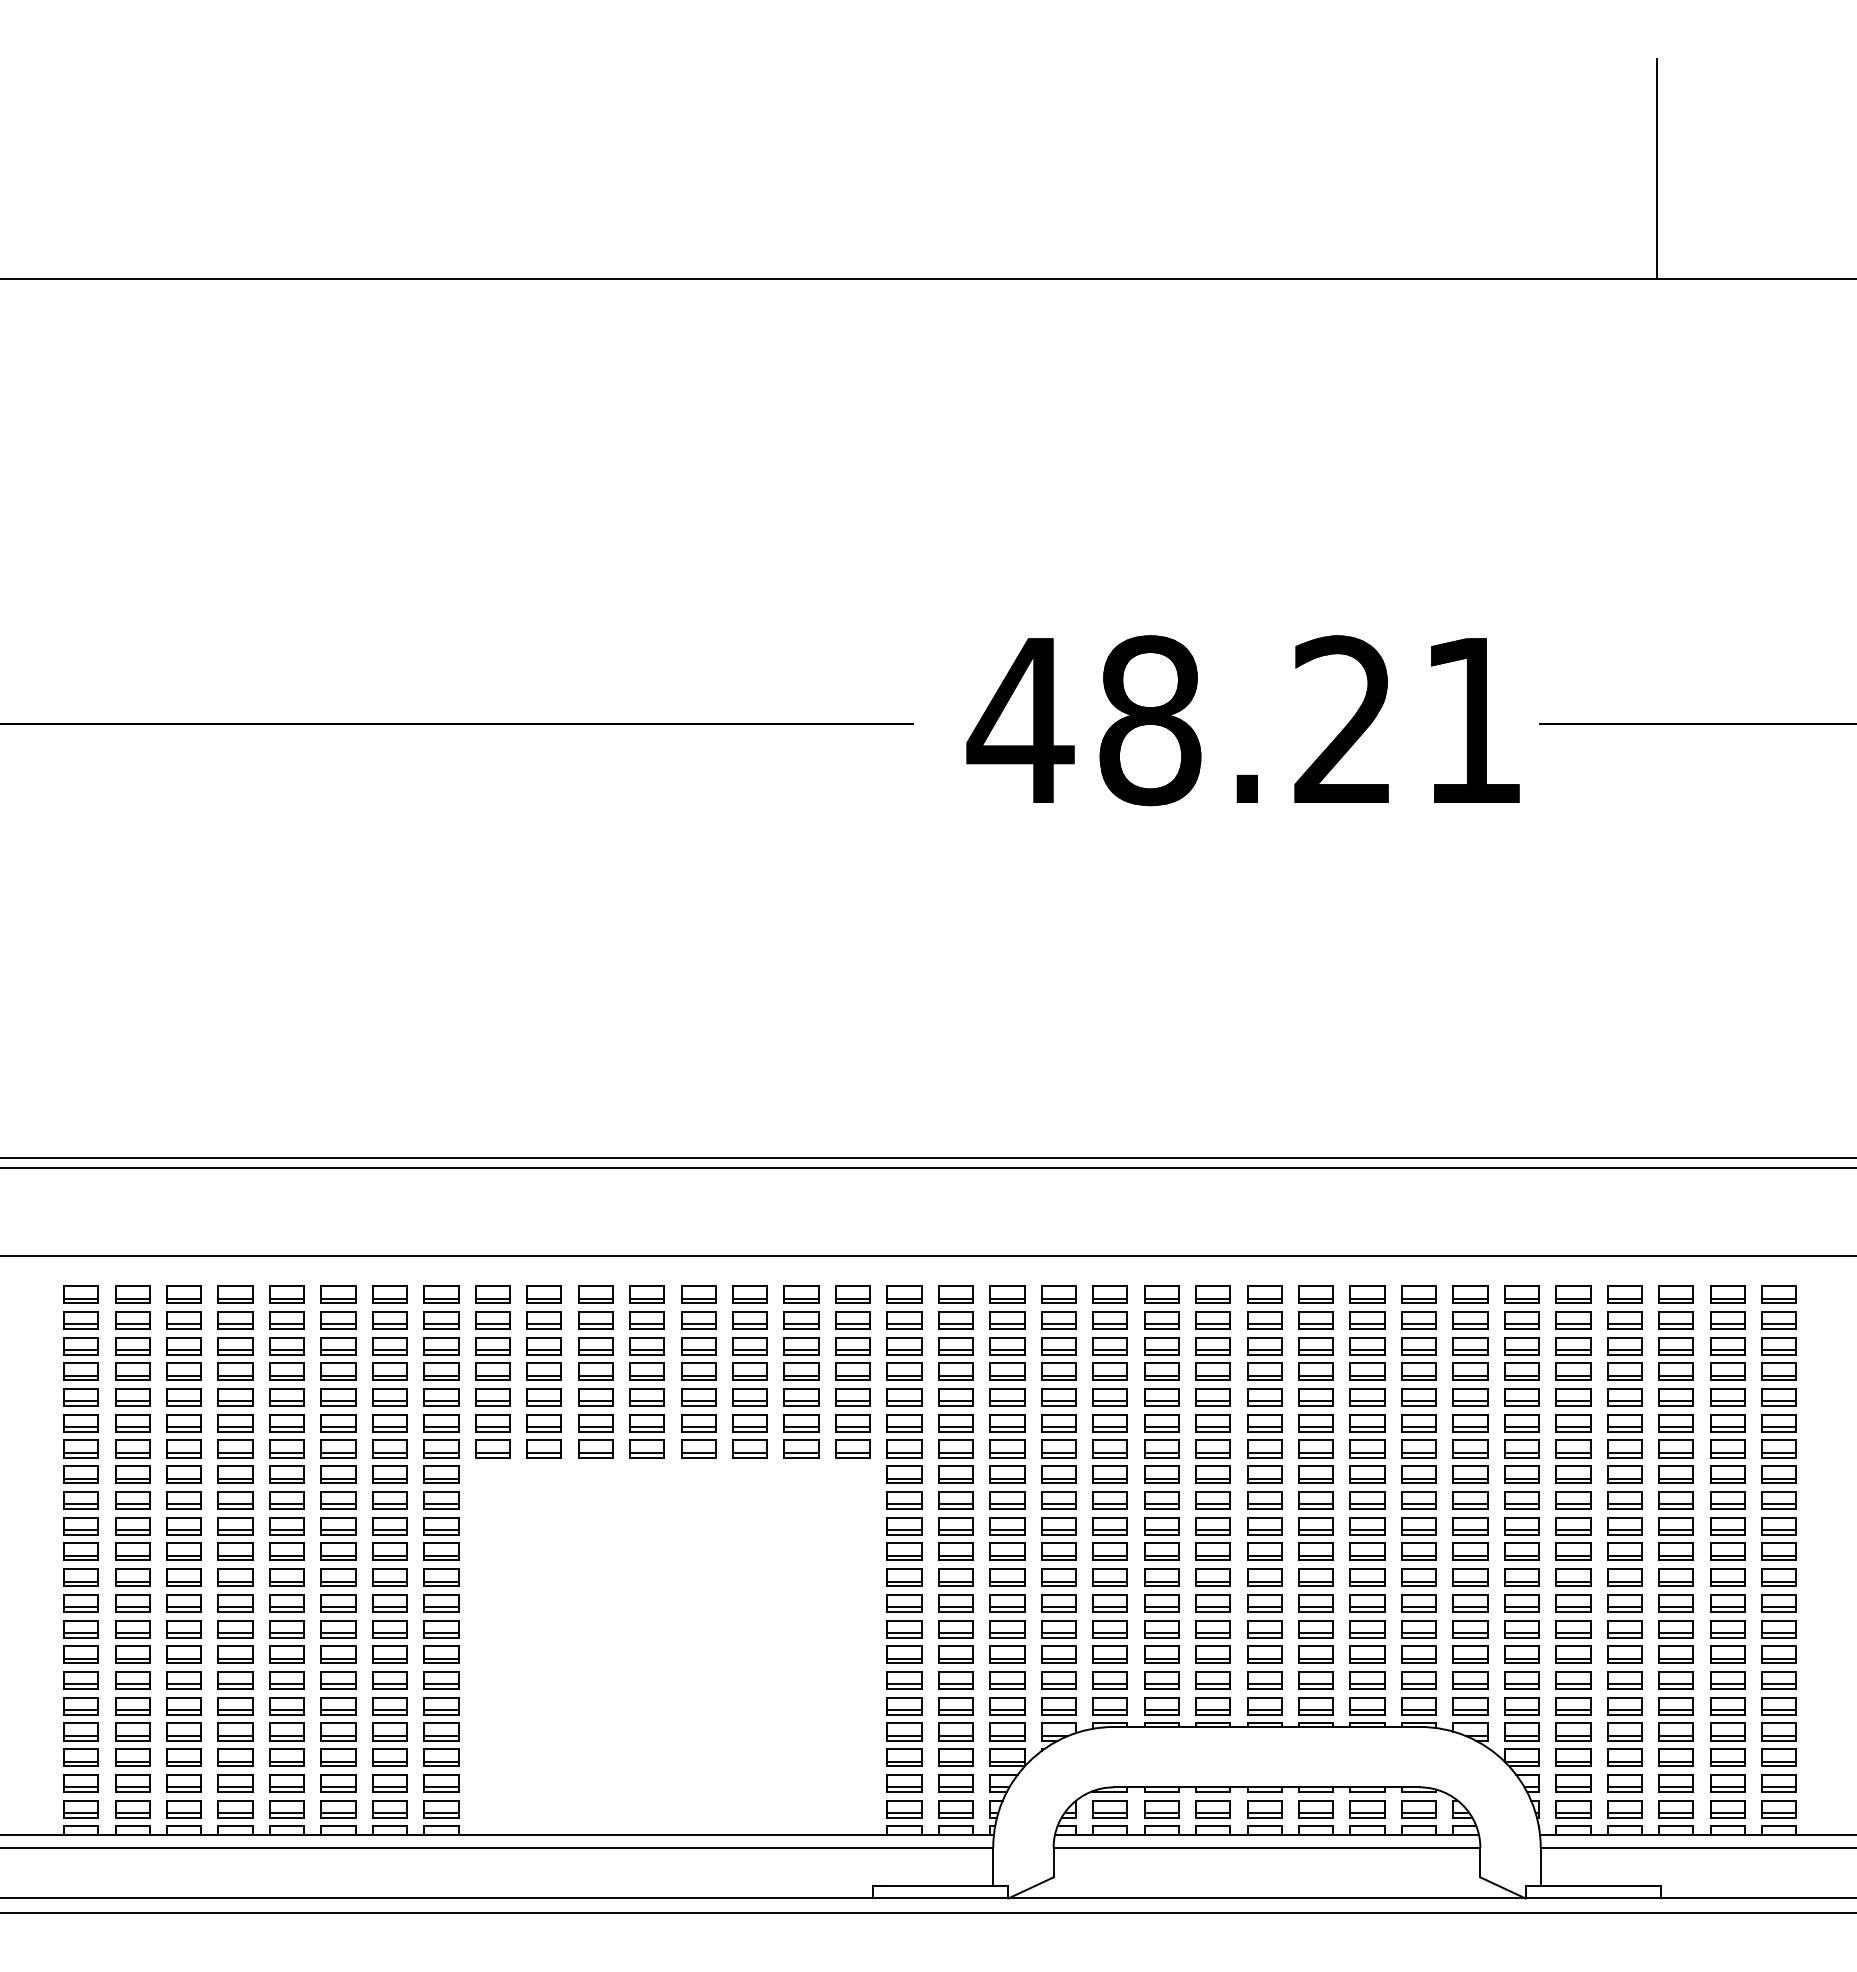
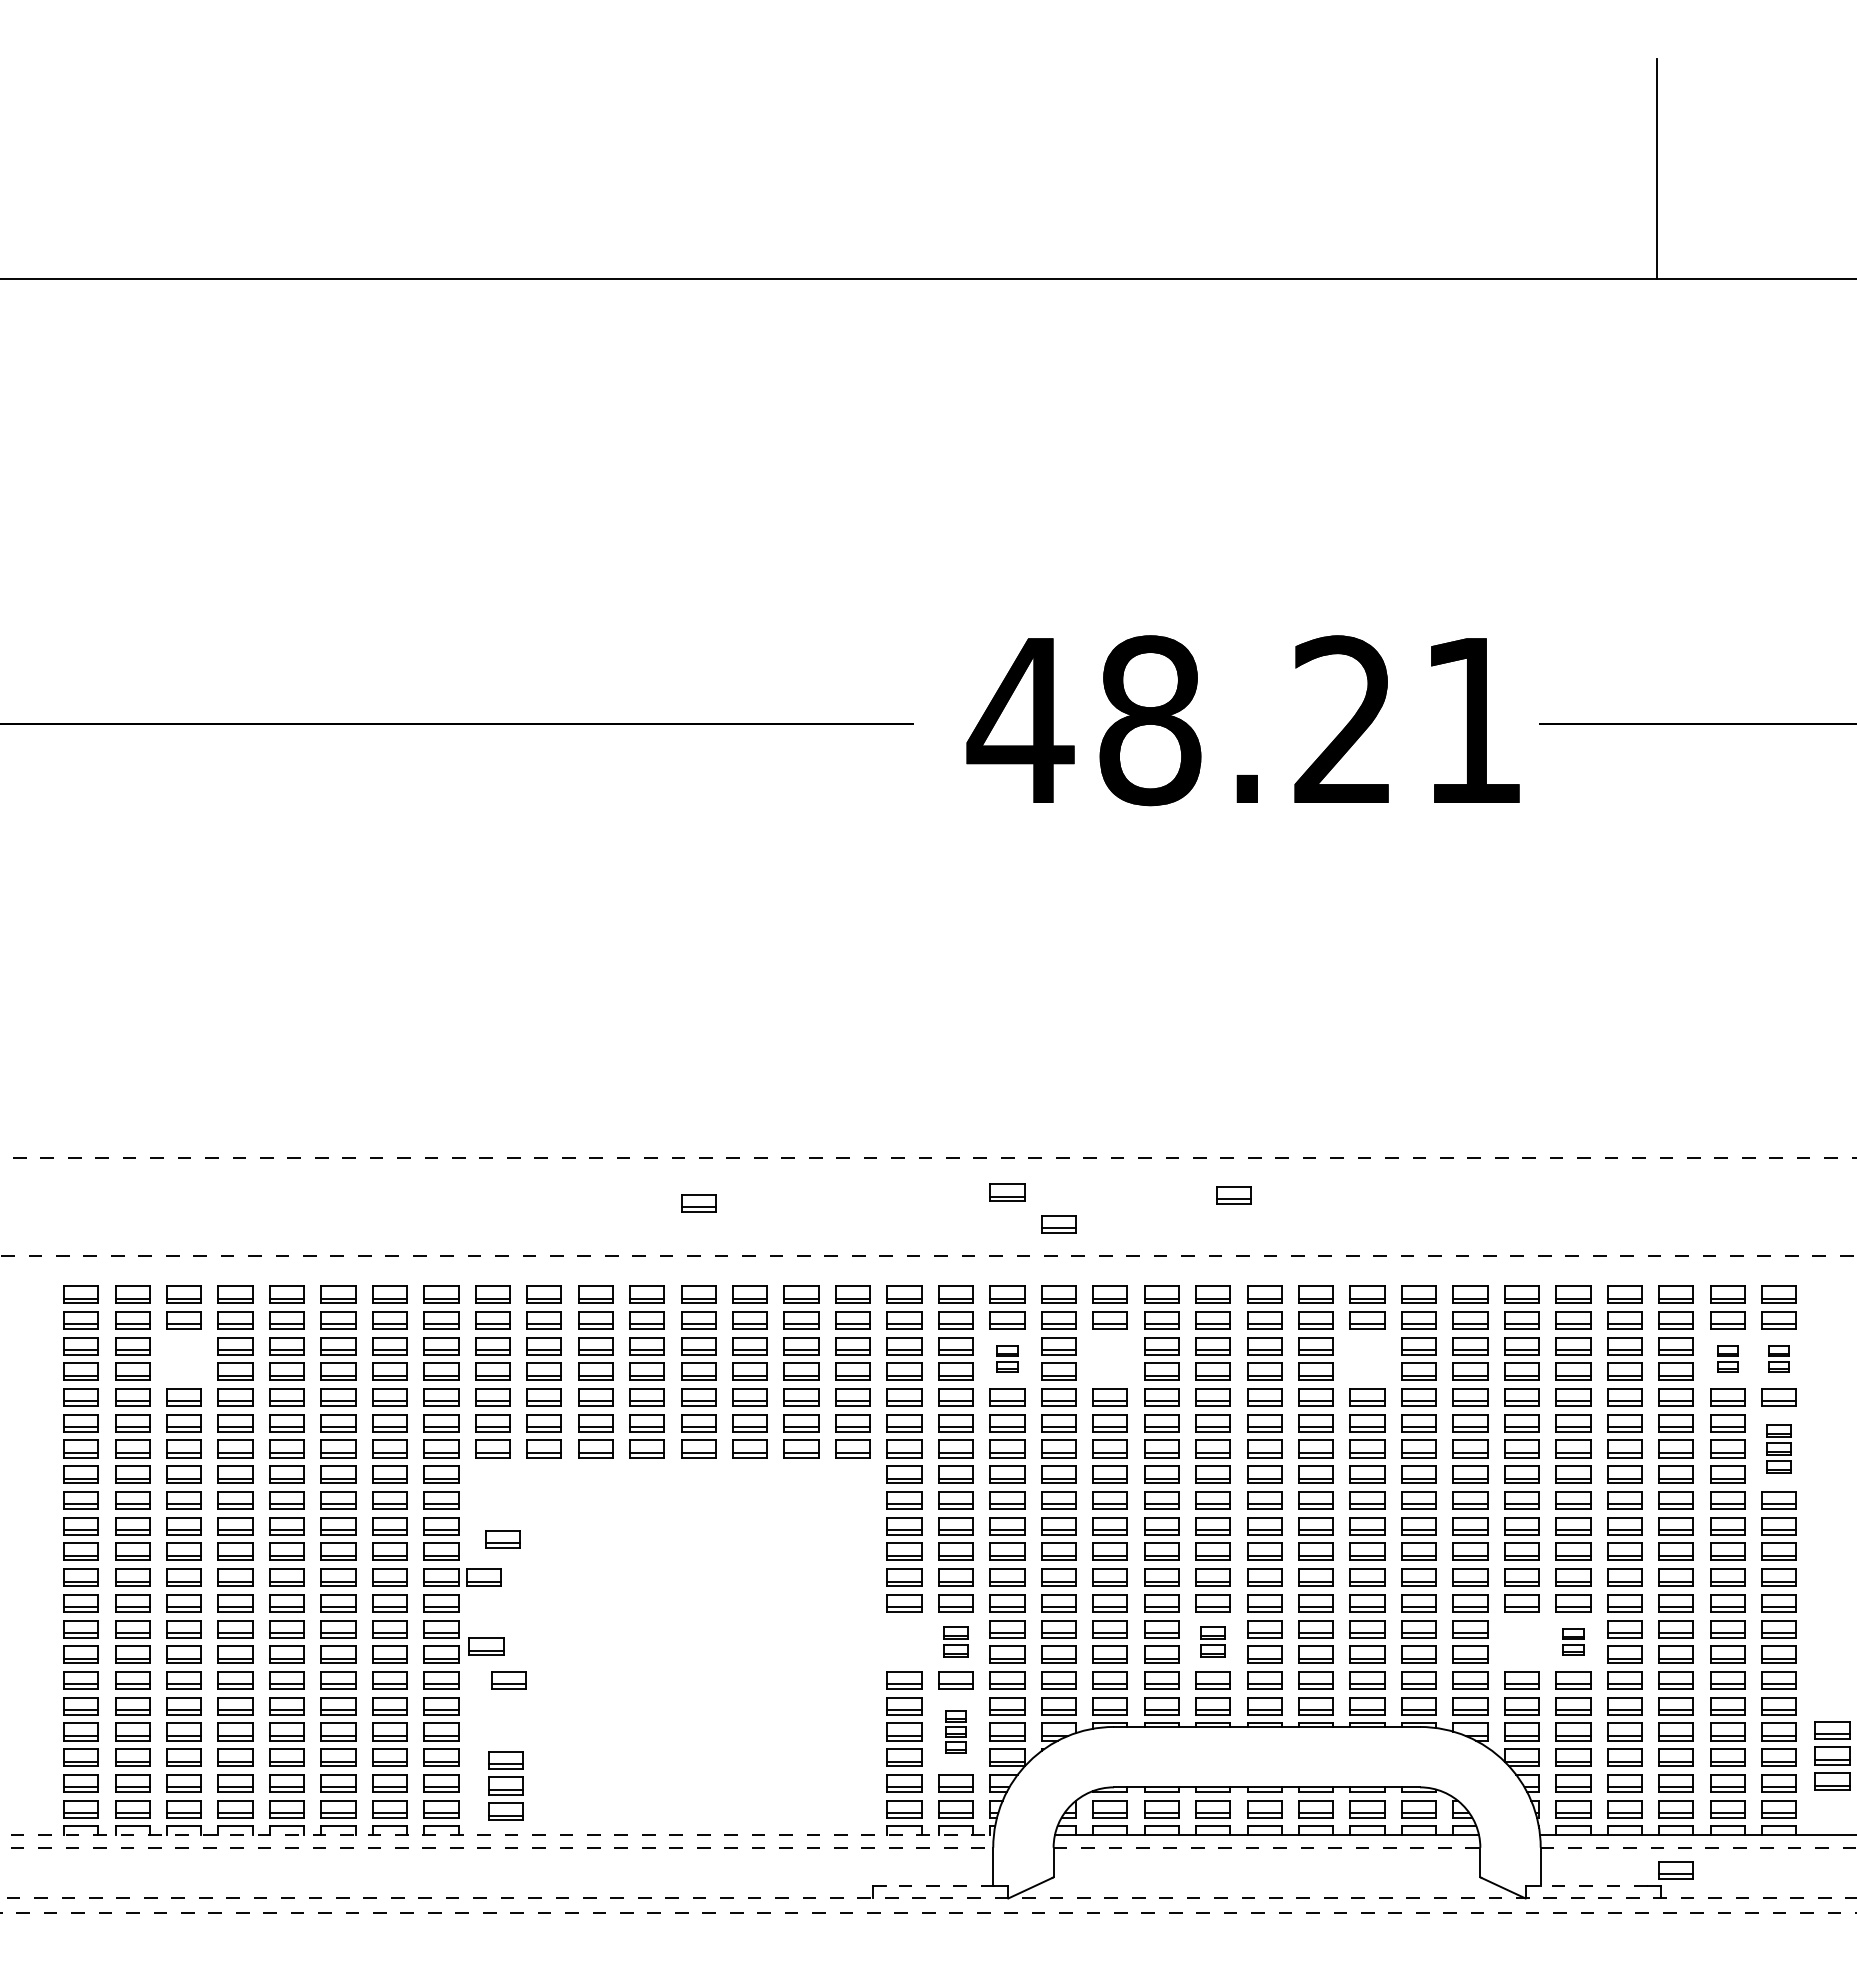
line at (929, 1158): solid -> dashed
line at (927, 1168): present -> none
part at (1007, 1192): none -> present
part at (1233, 1195): none -> present
part at (698, 1203): none -> present
part at (1058, 1224): none -> present
line at (927, 1255): solid -> dashed
part at (183, 1358): present -> none
part at (1007, 1358) size: 37x44 px -> 23x28 px
part at (1109, 1358): present -> none
part at (1367, 1358): present -> none
part at (1727, 1358) size: 36x44 px -> 22x28 px
part at (1778, 1358) size: 36x44 px -> 22x28 px
part at (1778, 1448) size: 36x70 px -> 26x50 px
part at (502, 1539): none -> present
part at (483, 1577): none -> present
part at (904, 1641): present -> none
part at (955, 1641) size: 36x44 px -> 26x32 px
part at (1212, 1641) size: 36x44 px -> 26x32 px
part at (1521, 1641): present -> none
part at (1573, 1641) size: 37x44 px -> 23x28 px
part at (486, 1646): none -> present
part at (508, 1680): none -> present
part at (955, 1731) size: 36x70 px -> 22x44 px
part at (1832, 1755): none -> present
part at (505, 1785): none -> present
line at (497, 1835): solid -> dashed
line at (497, 1847): solid -> dashed
line at (1267, 1847): solid -> dashed
line at (1698, 1847): solid -> dashed
part at (1675, 1870): none -> present
line at (939, 1886): solid -> dashed
line at (1593, 1886): solid -> dashed
line at (928, 1898): solid -> dashed
line at (929, 1912): solid -> dashed
